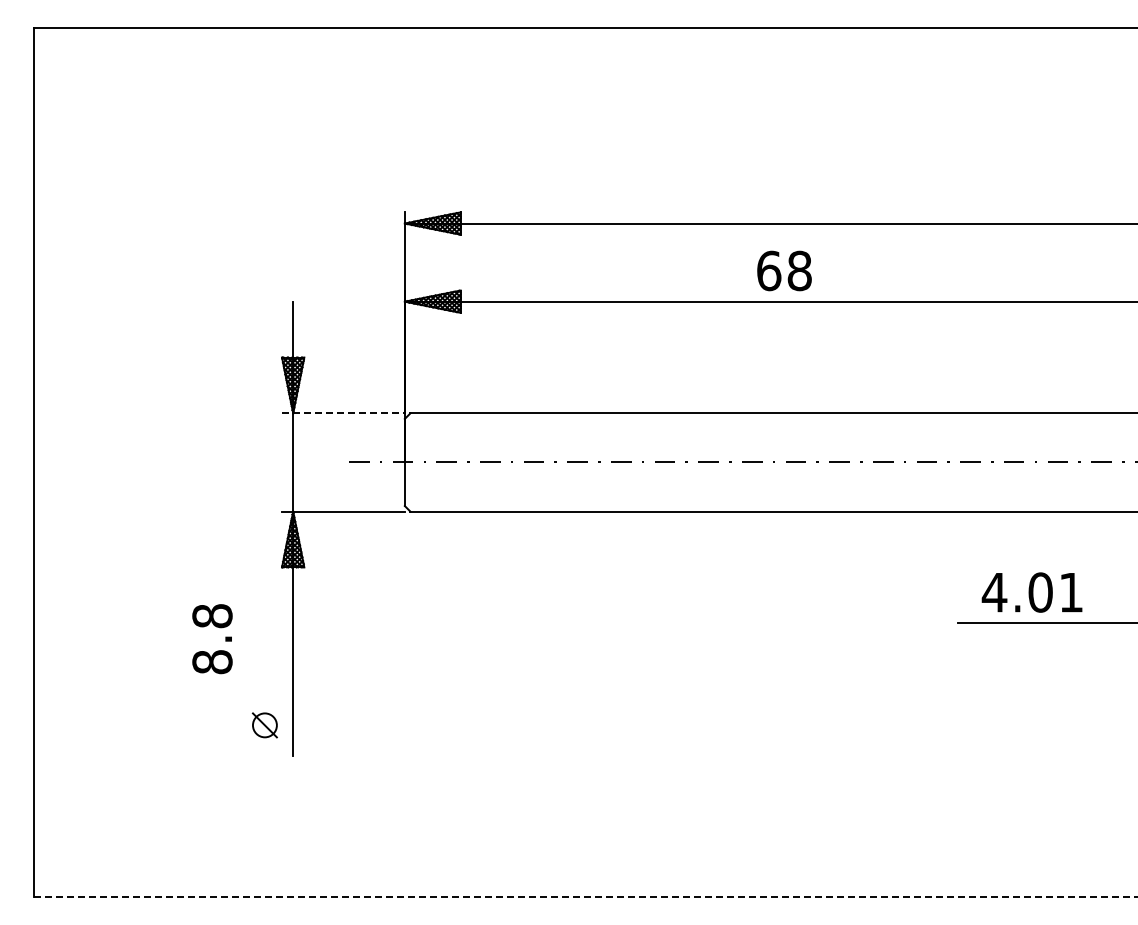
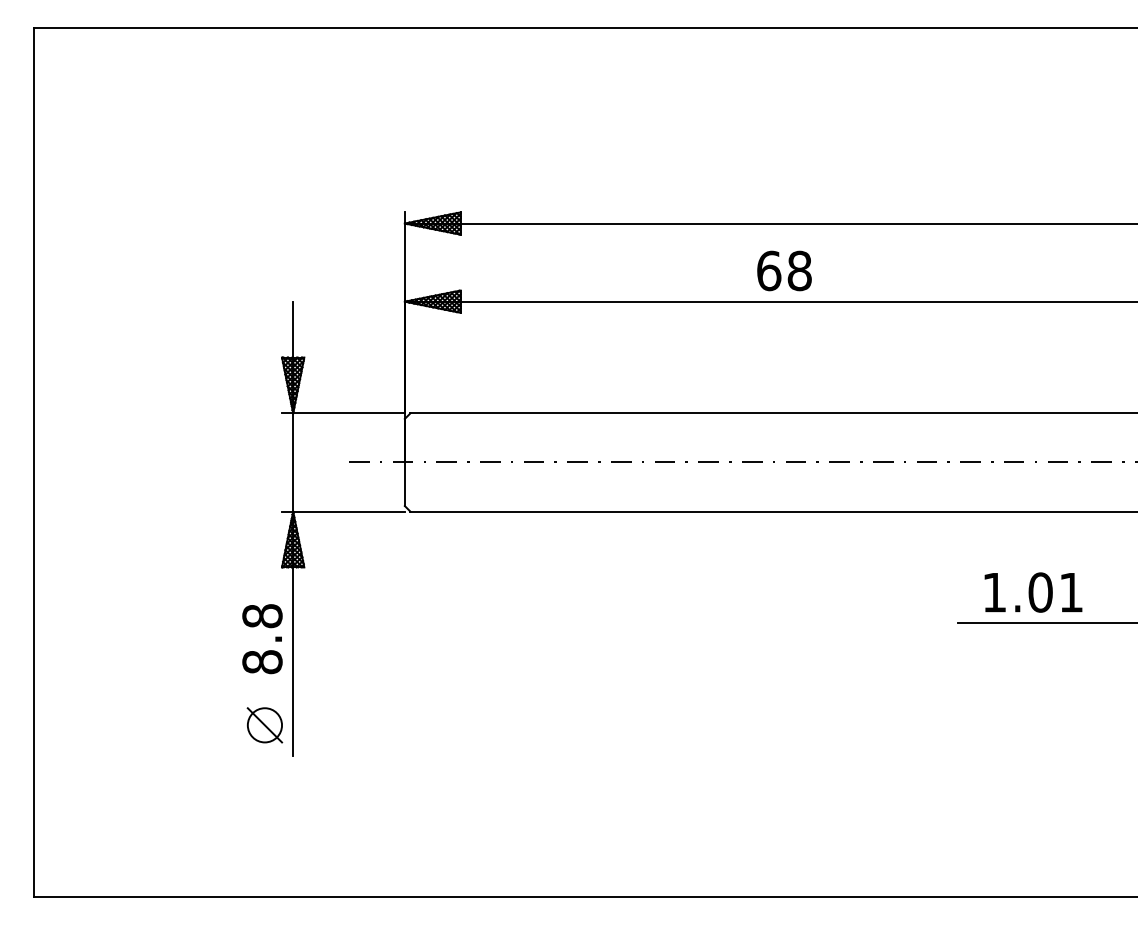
line at (343, 413): dashed -> solid
text at (994, 592): 4.01 -> 1.01
text at (212, 639) position: (212, 639) -> (262, 639)
part at (264, 725) size: 27x27 px -> 38x37 px
line at (586, 897): dashed -> solid
